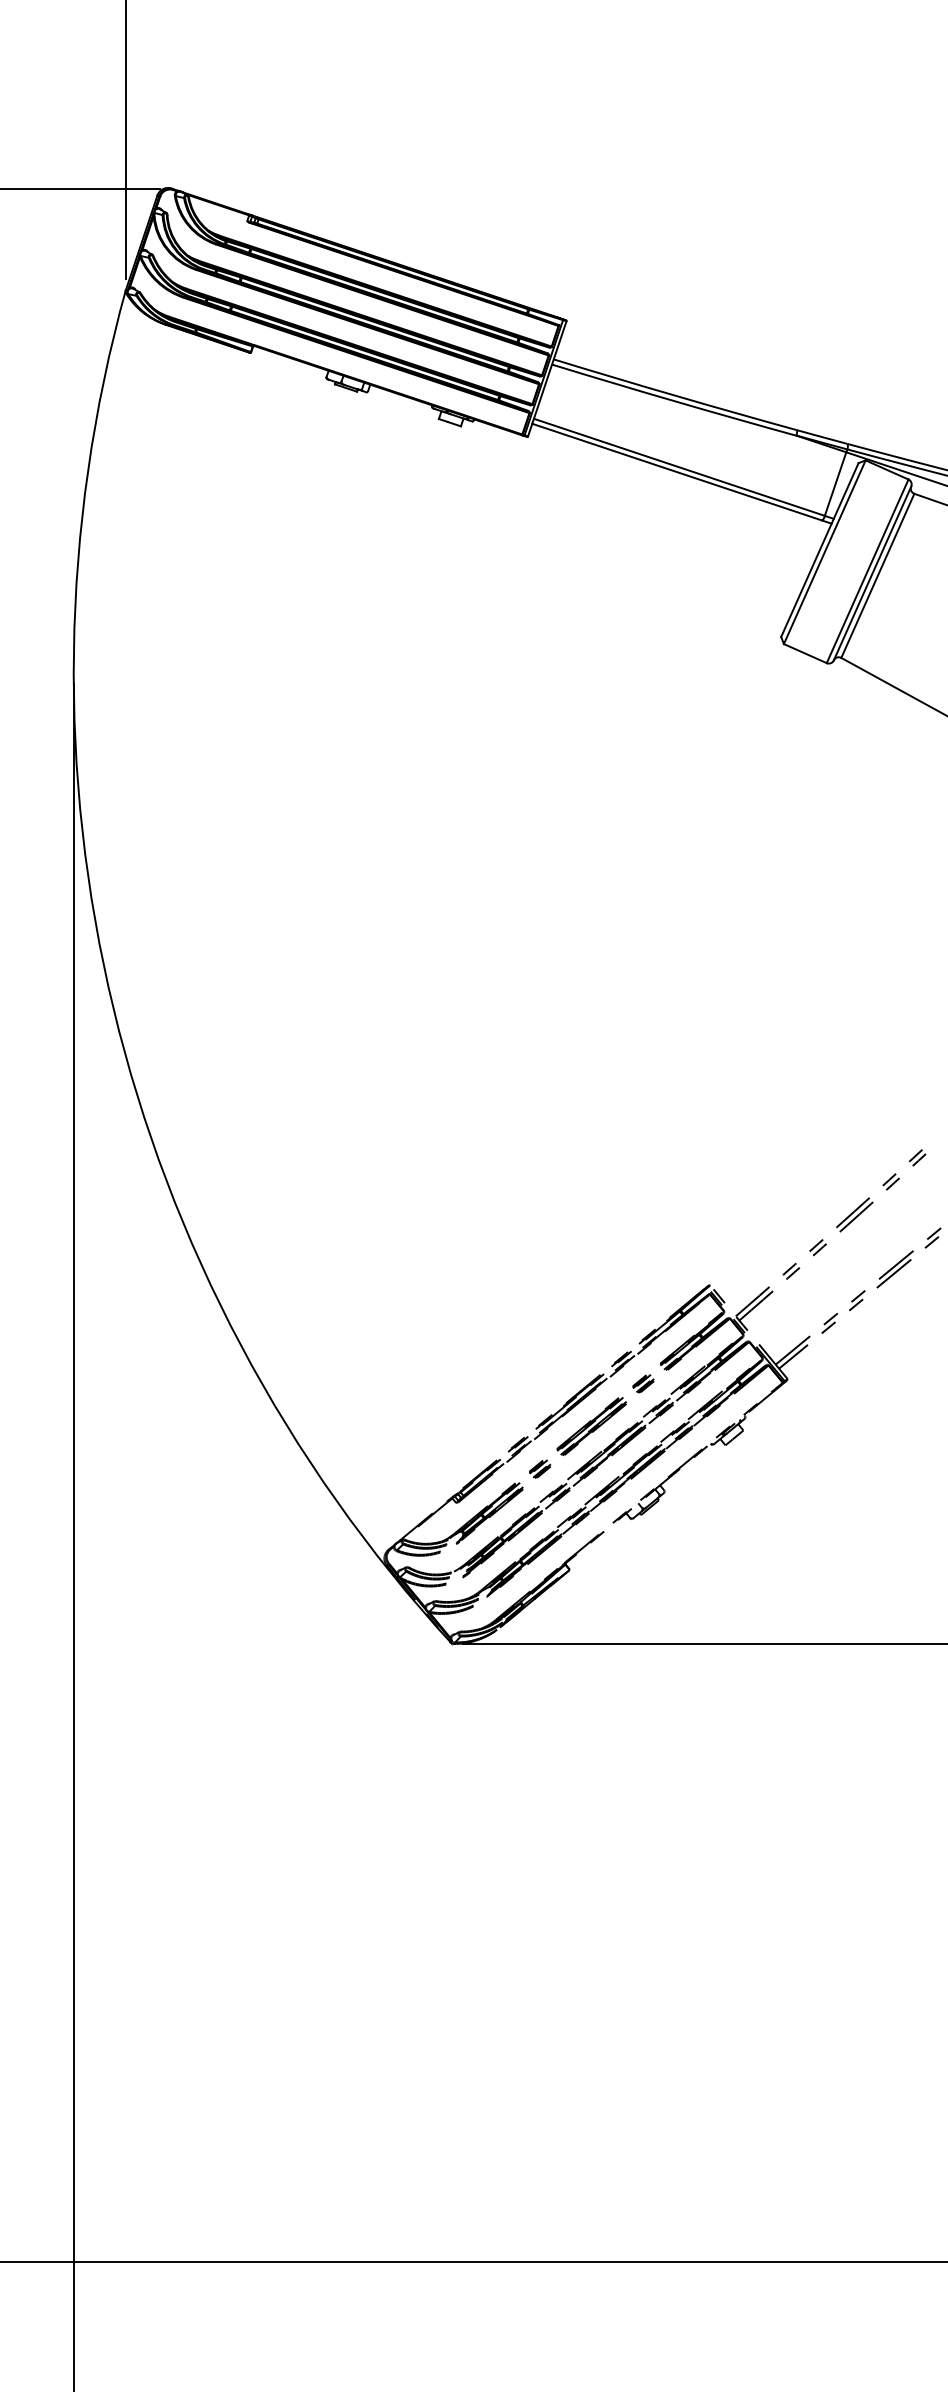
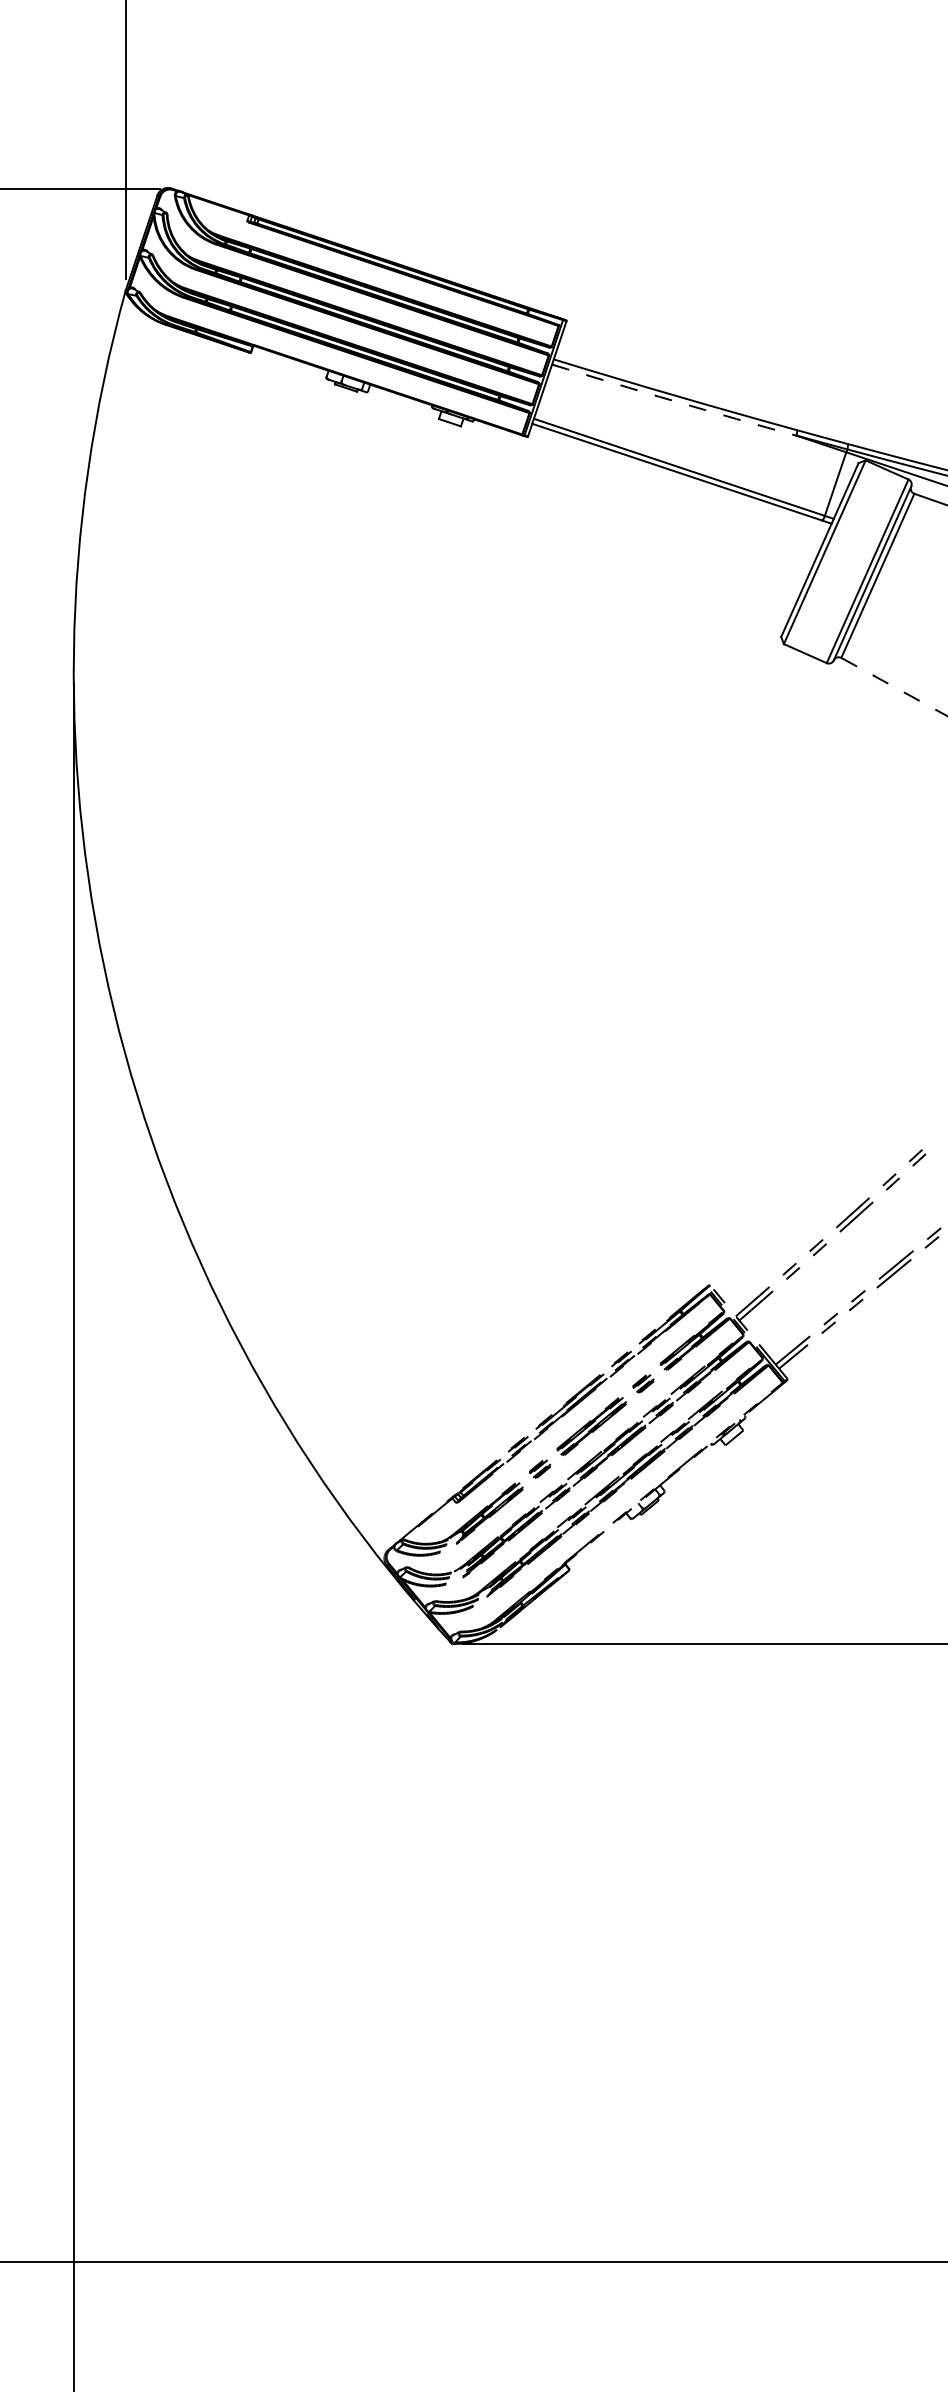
arc at (674, 401): solid -> dashed
line at (894, 687): solid -> dashed
